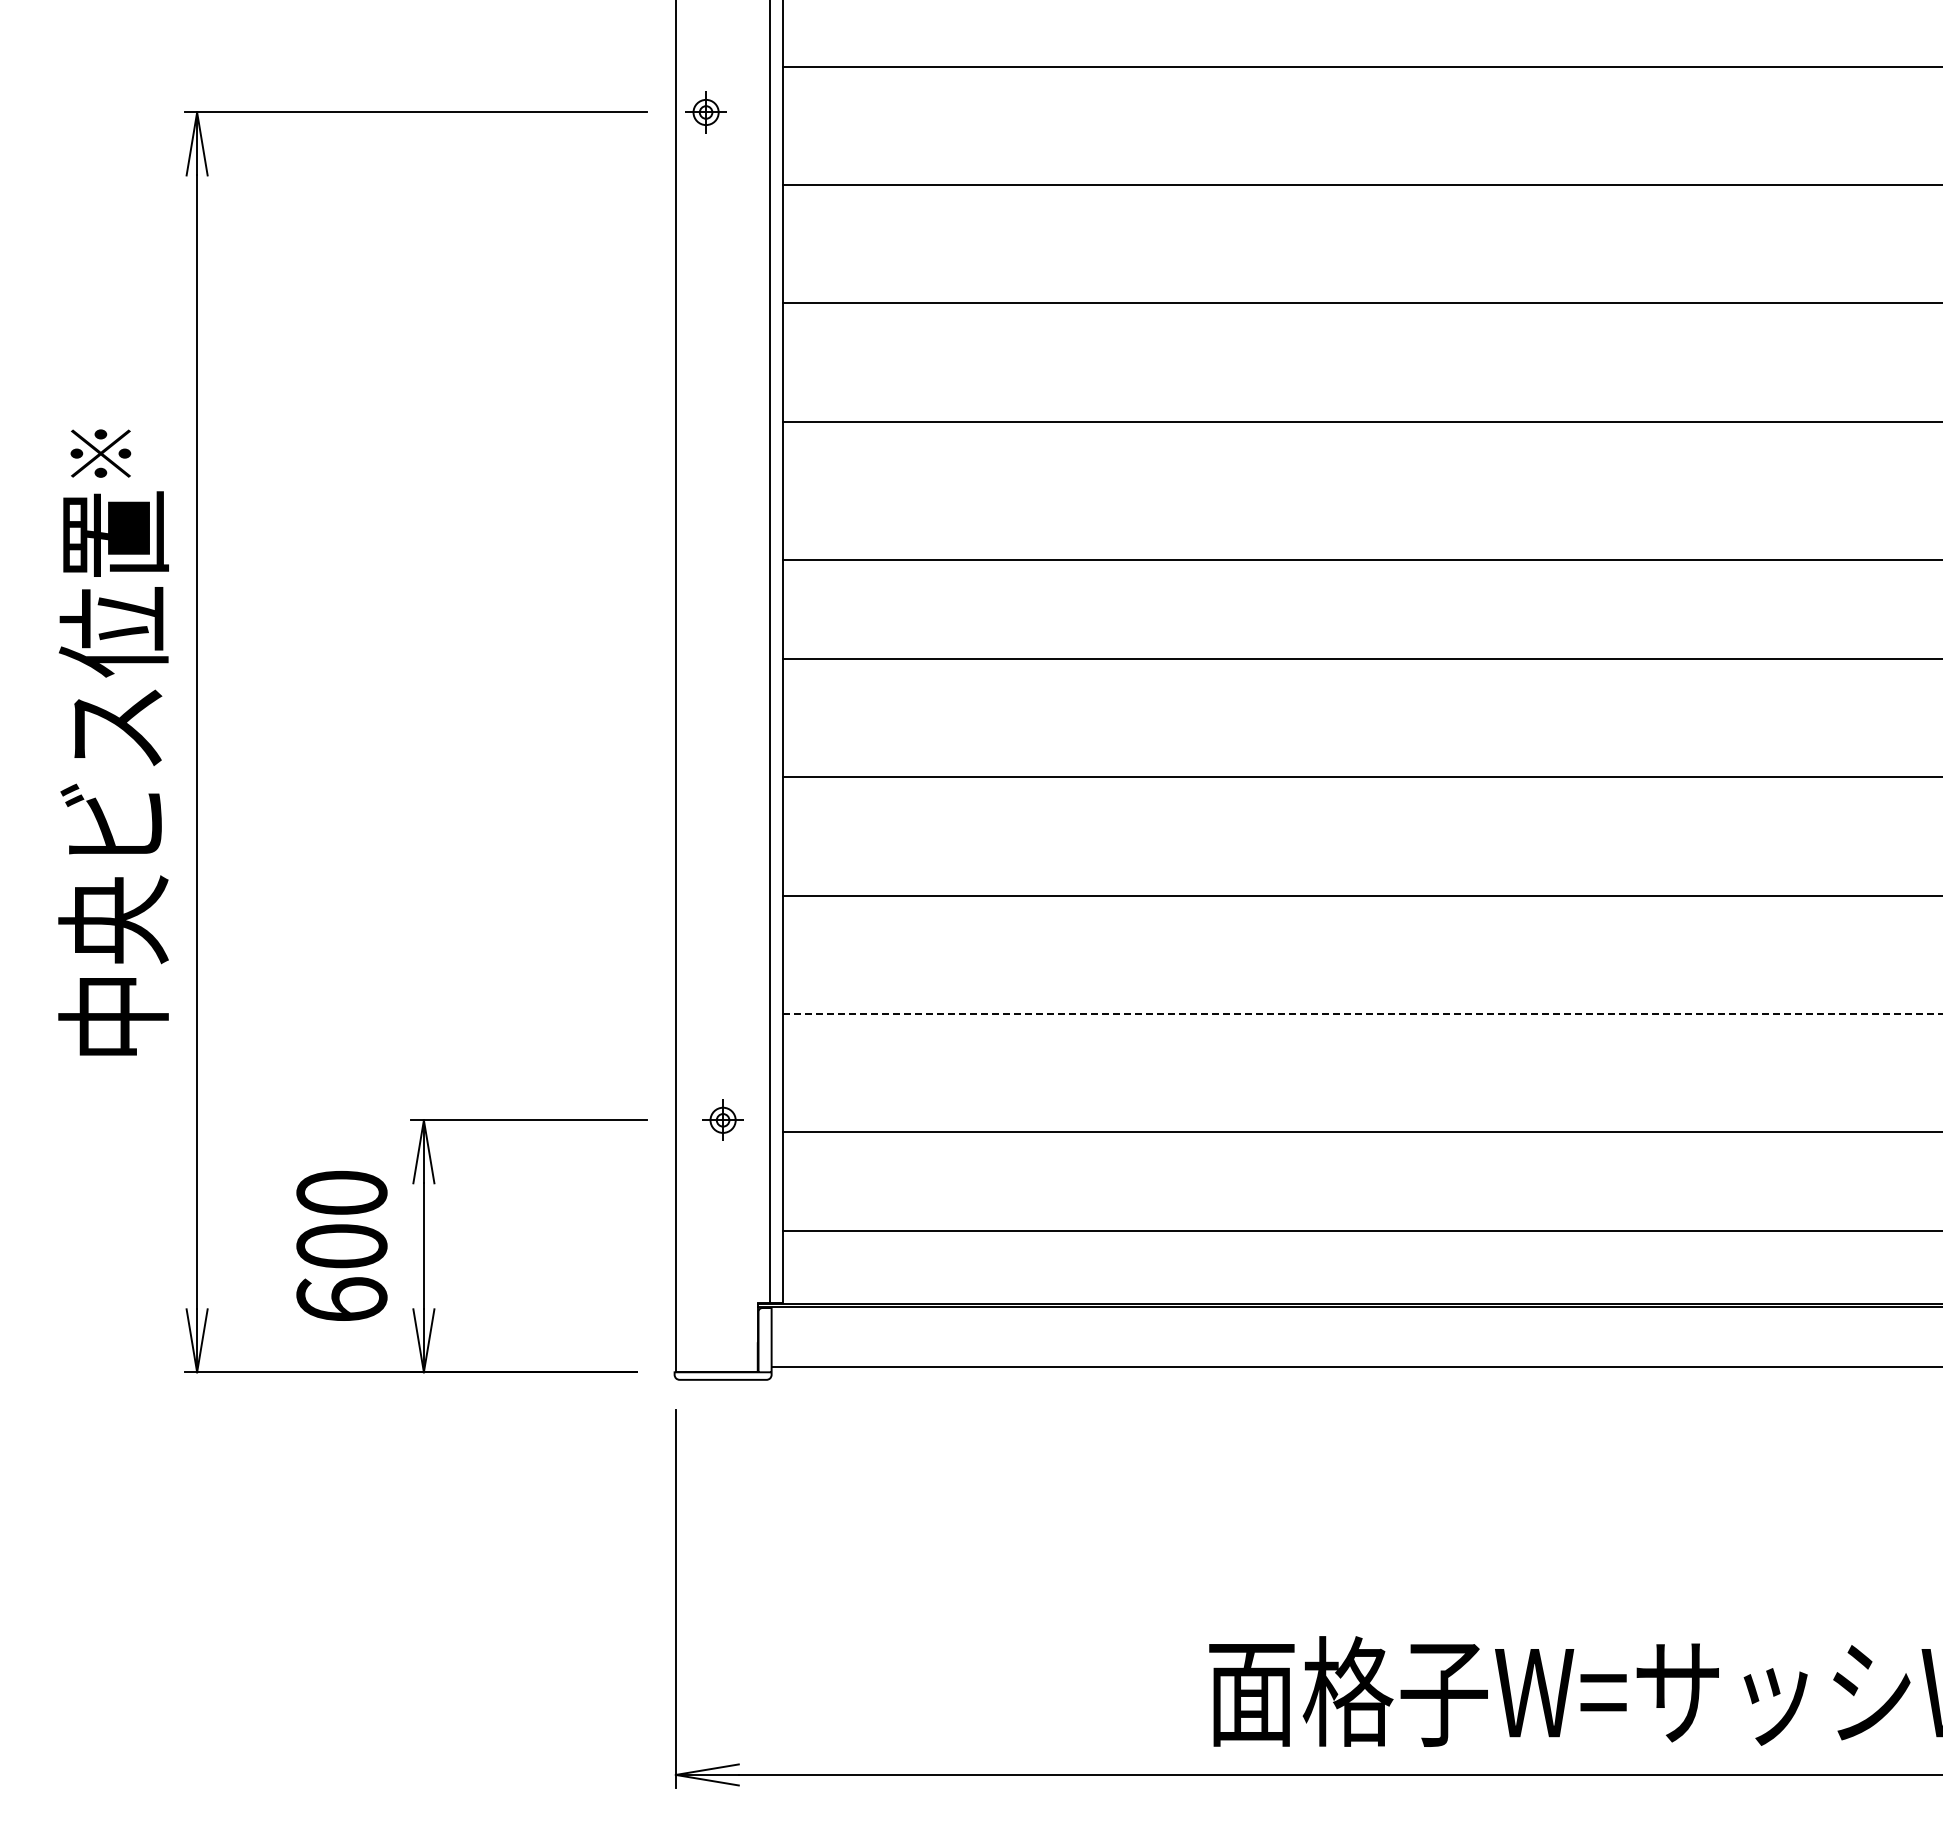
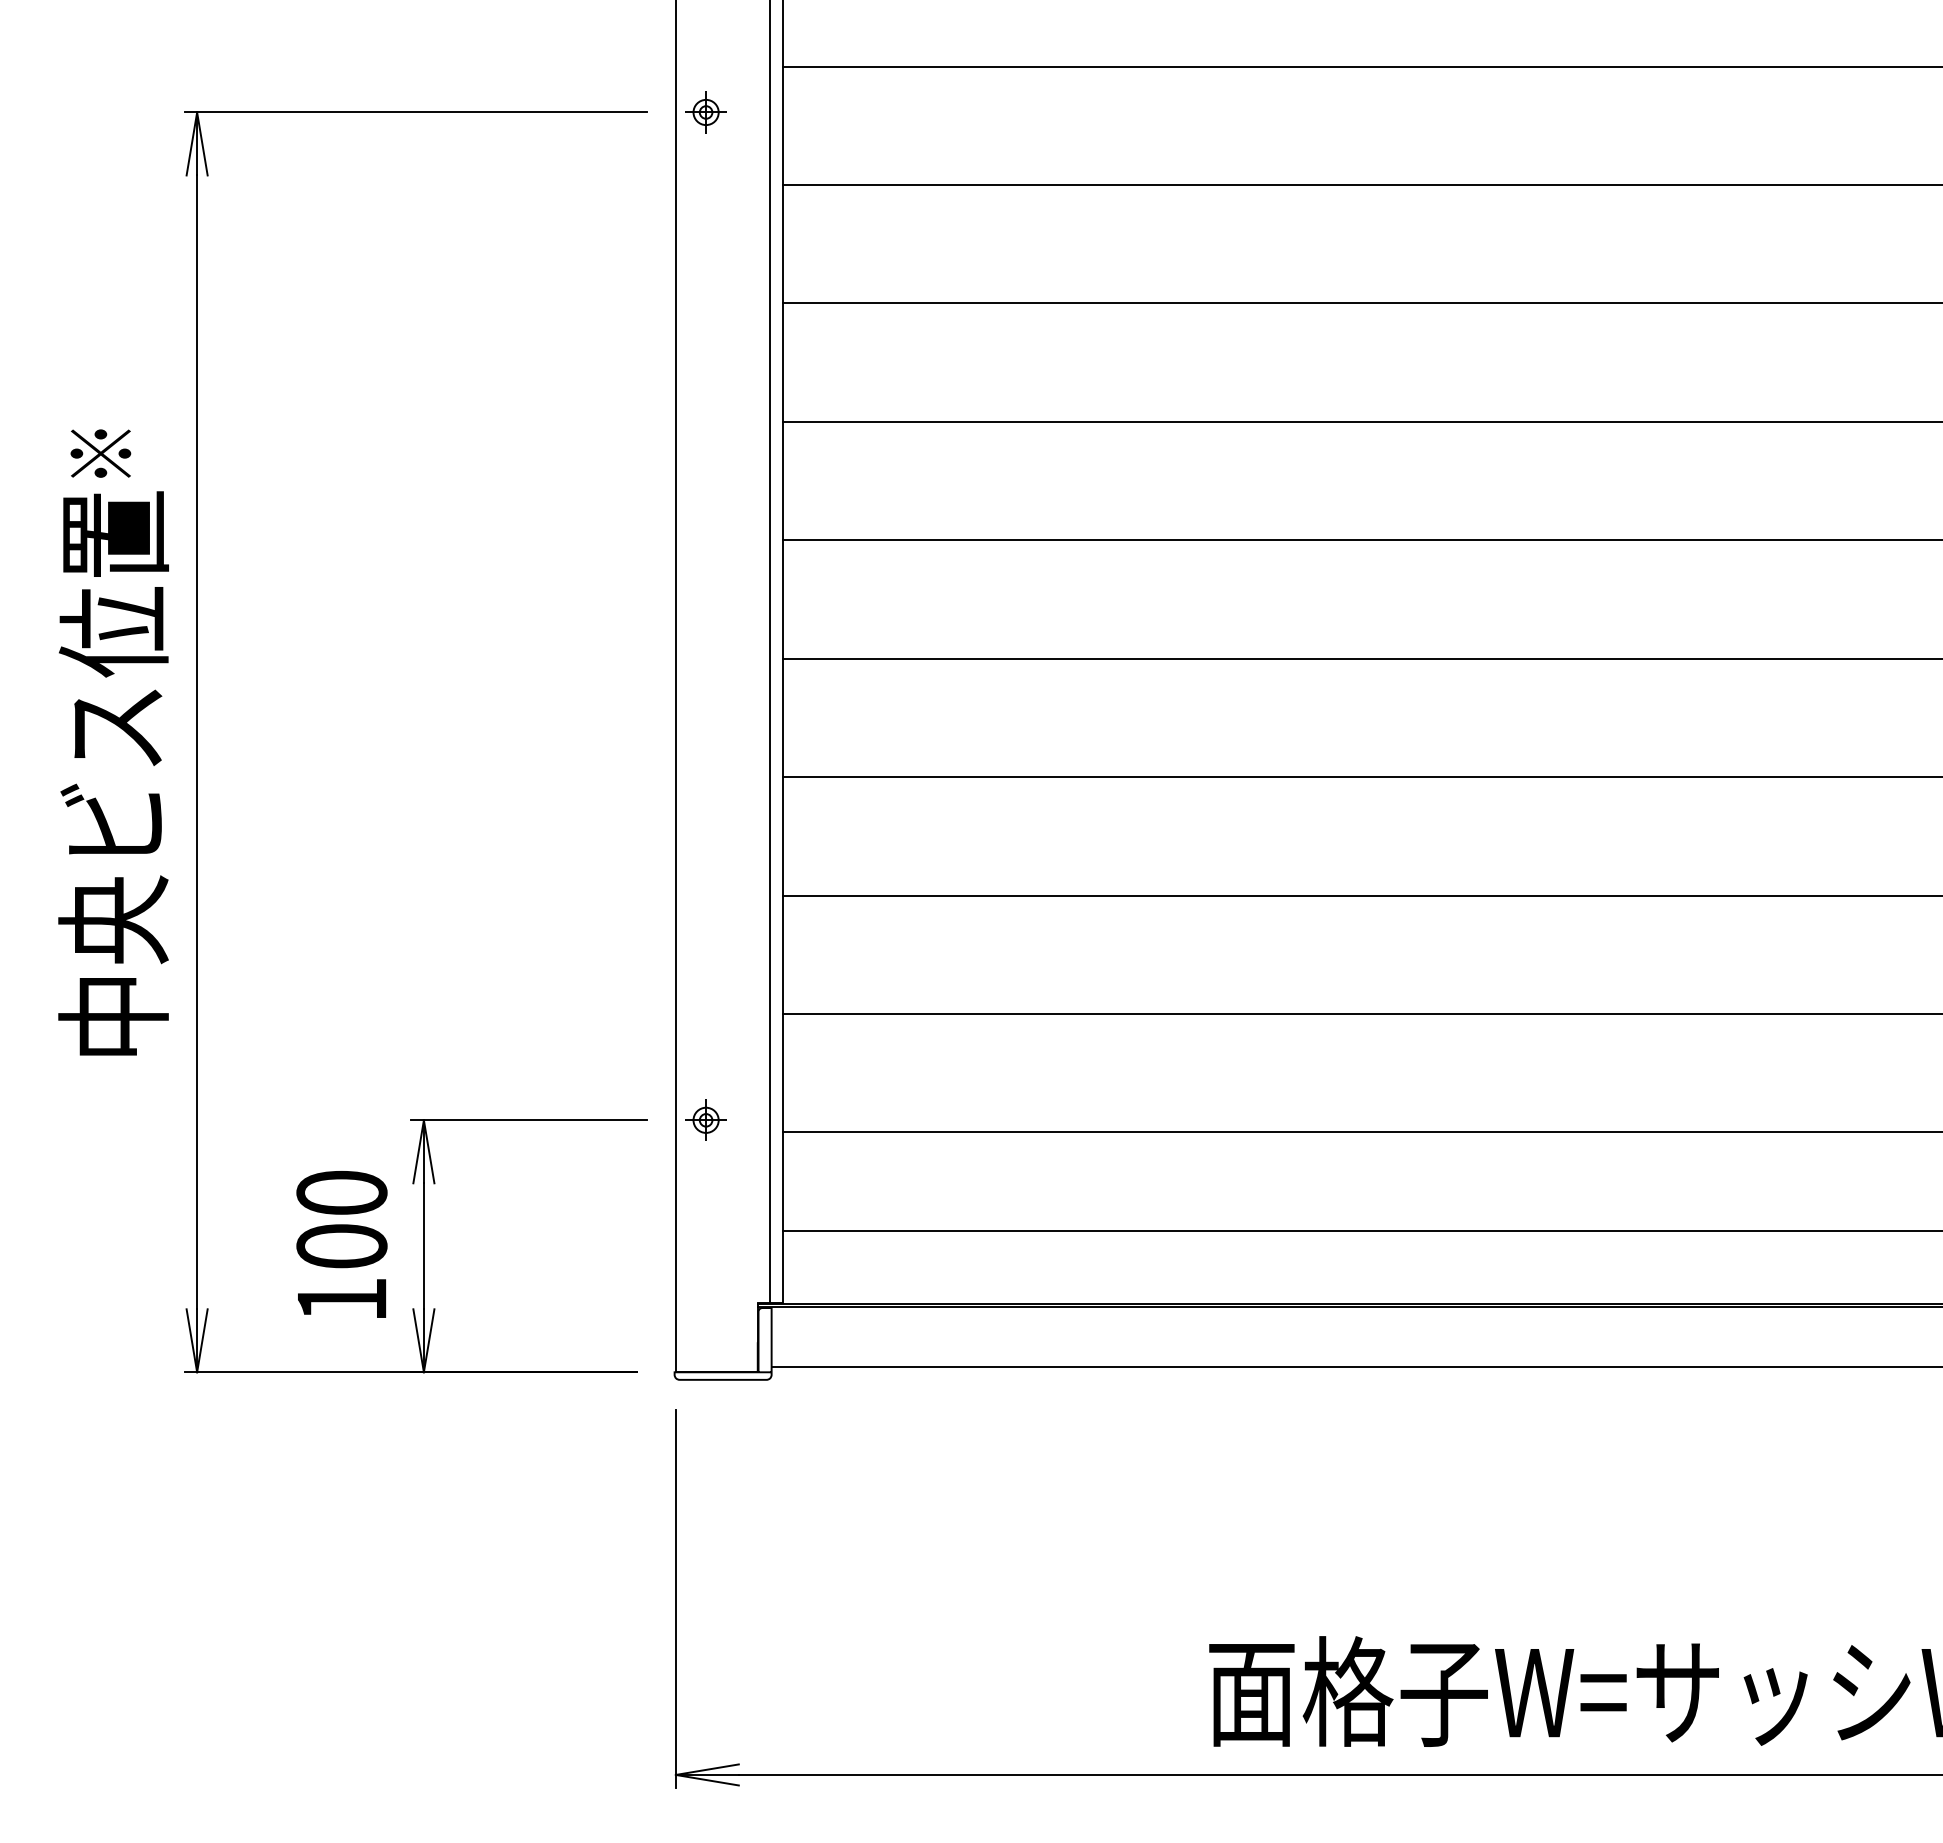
line at (1360, 560) position: (1360, 560) -> (1360, 540)
line at (1362, 1014): dashed -> solid
part at (722, 1119) position: (722, 1119) -> (705, 1119)
text at (341, 1298): 600 -> 100
